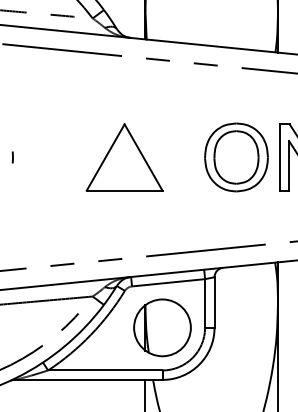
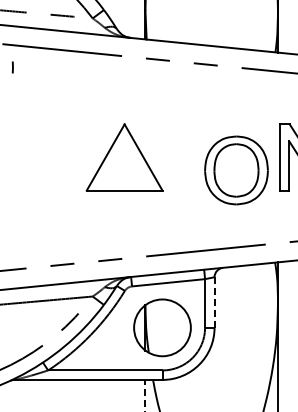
line at (12, 157) position: (12, 157) -> (12, 67)
part at (236, 157) position: (236, 157) -> (236, 170)
line at (214, 303): solid -> dashed
line at (145, 395): solid -> dashed
